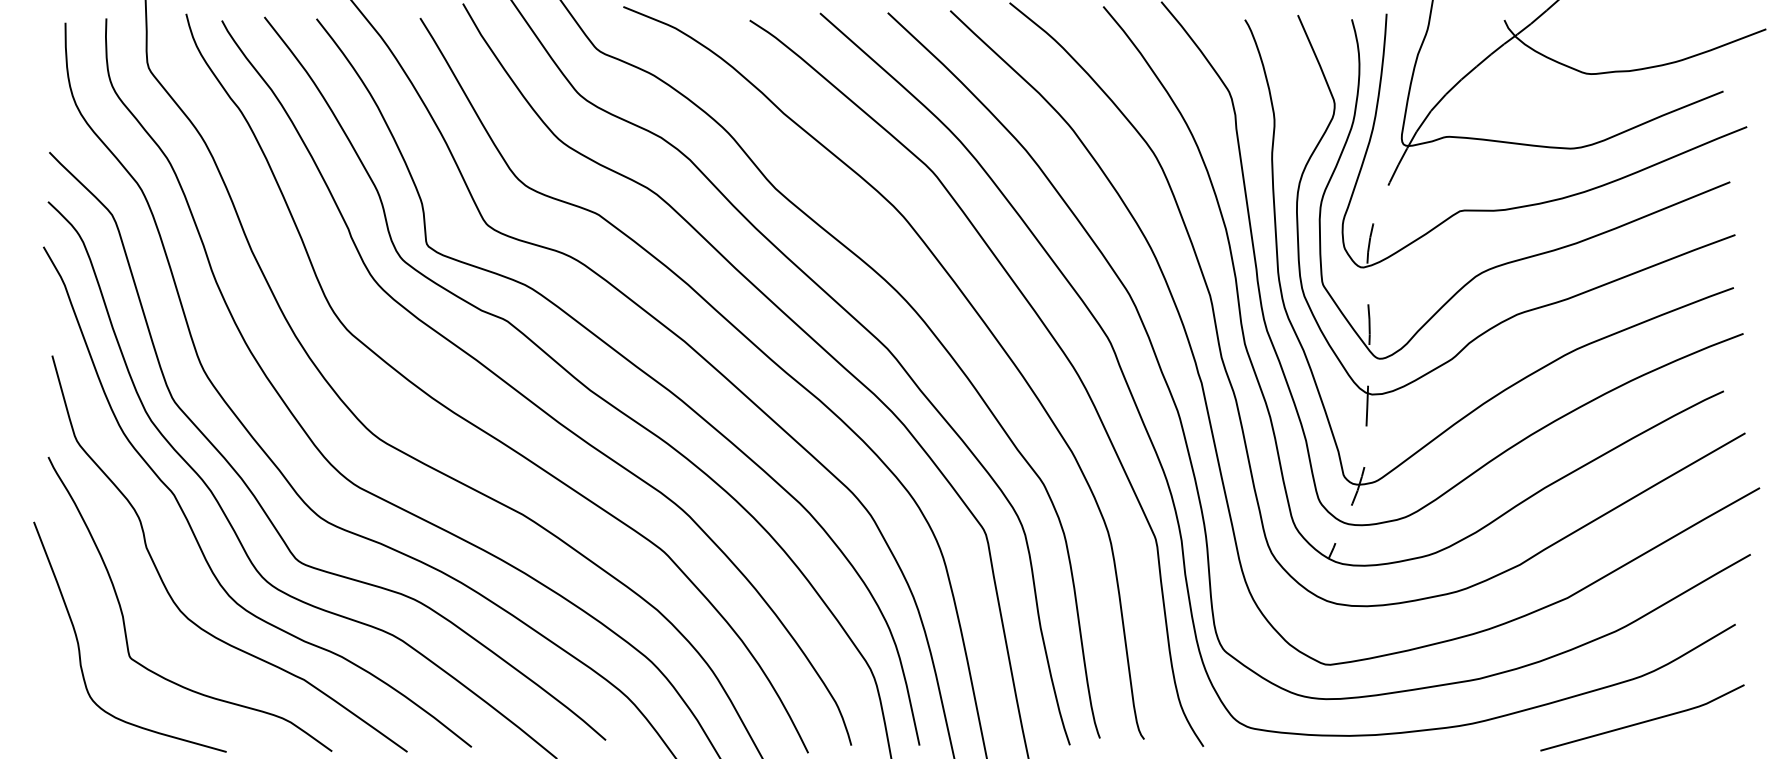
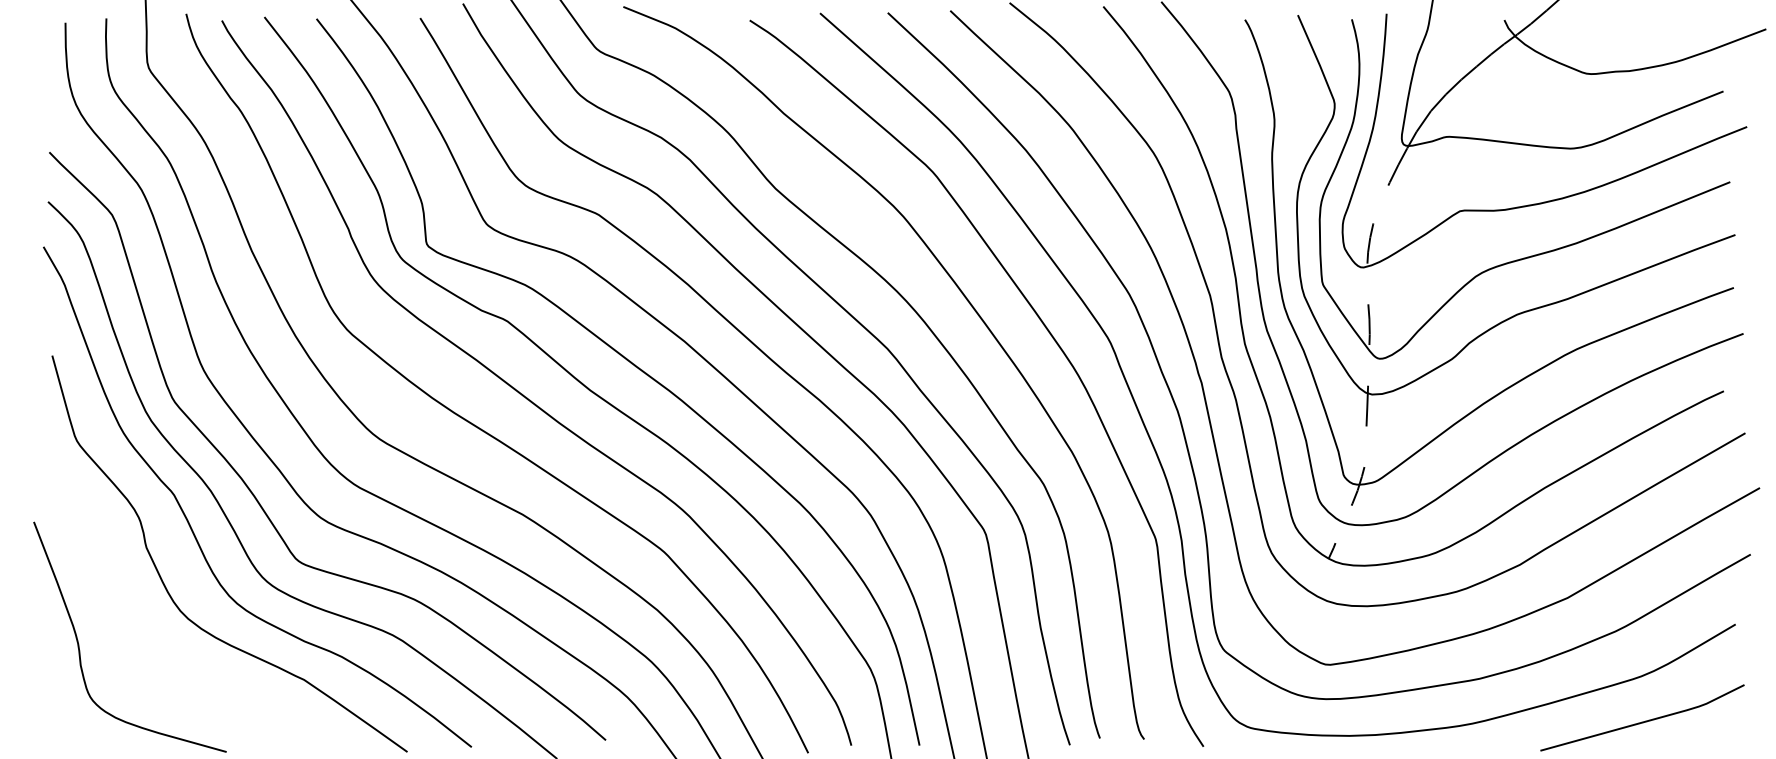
curve at (124, 618): present -> none
